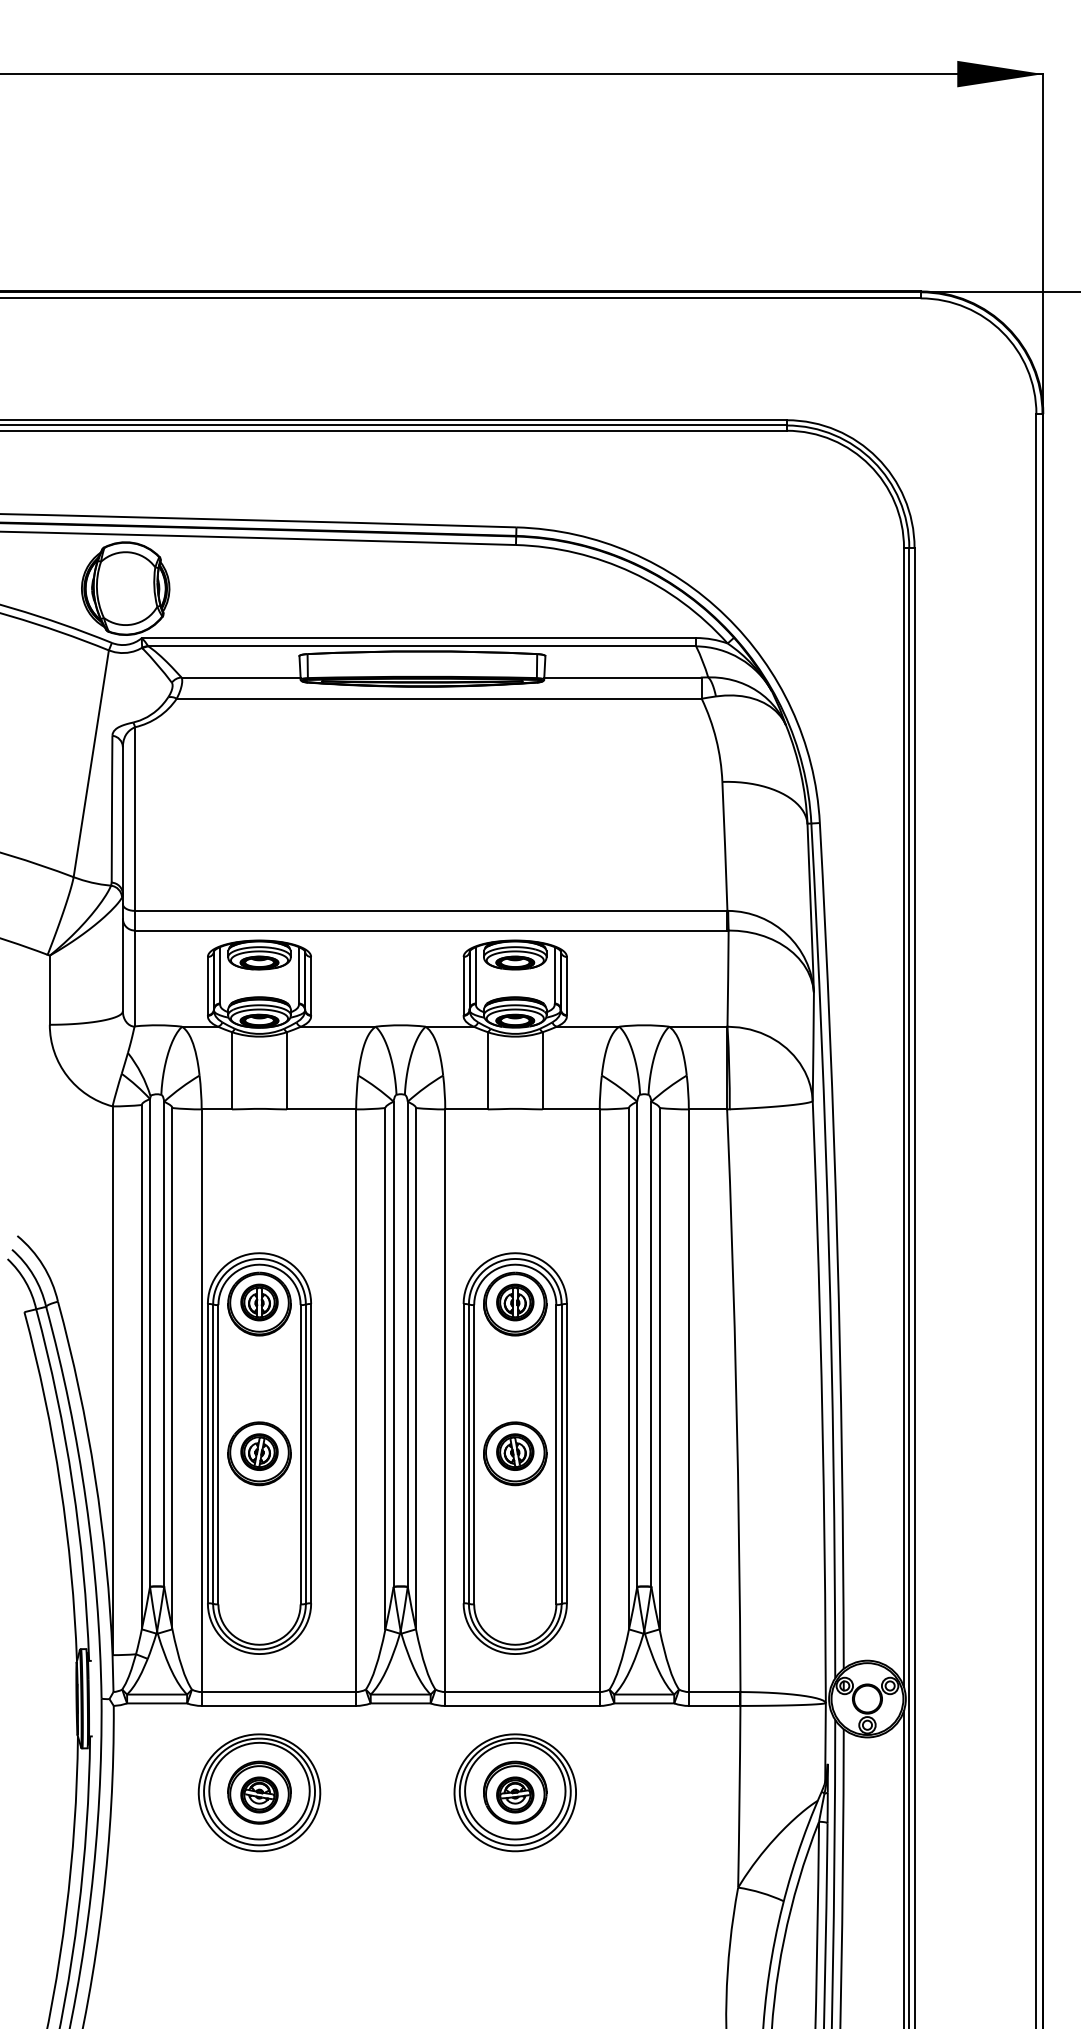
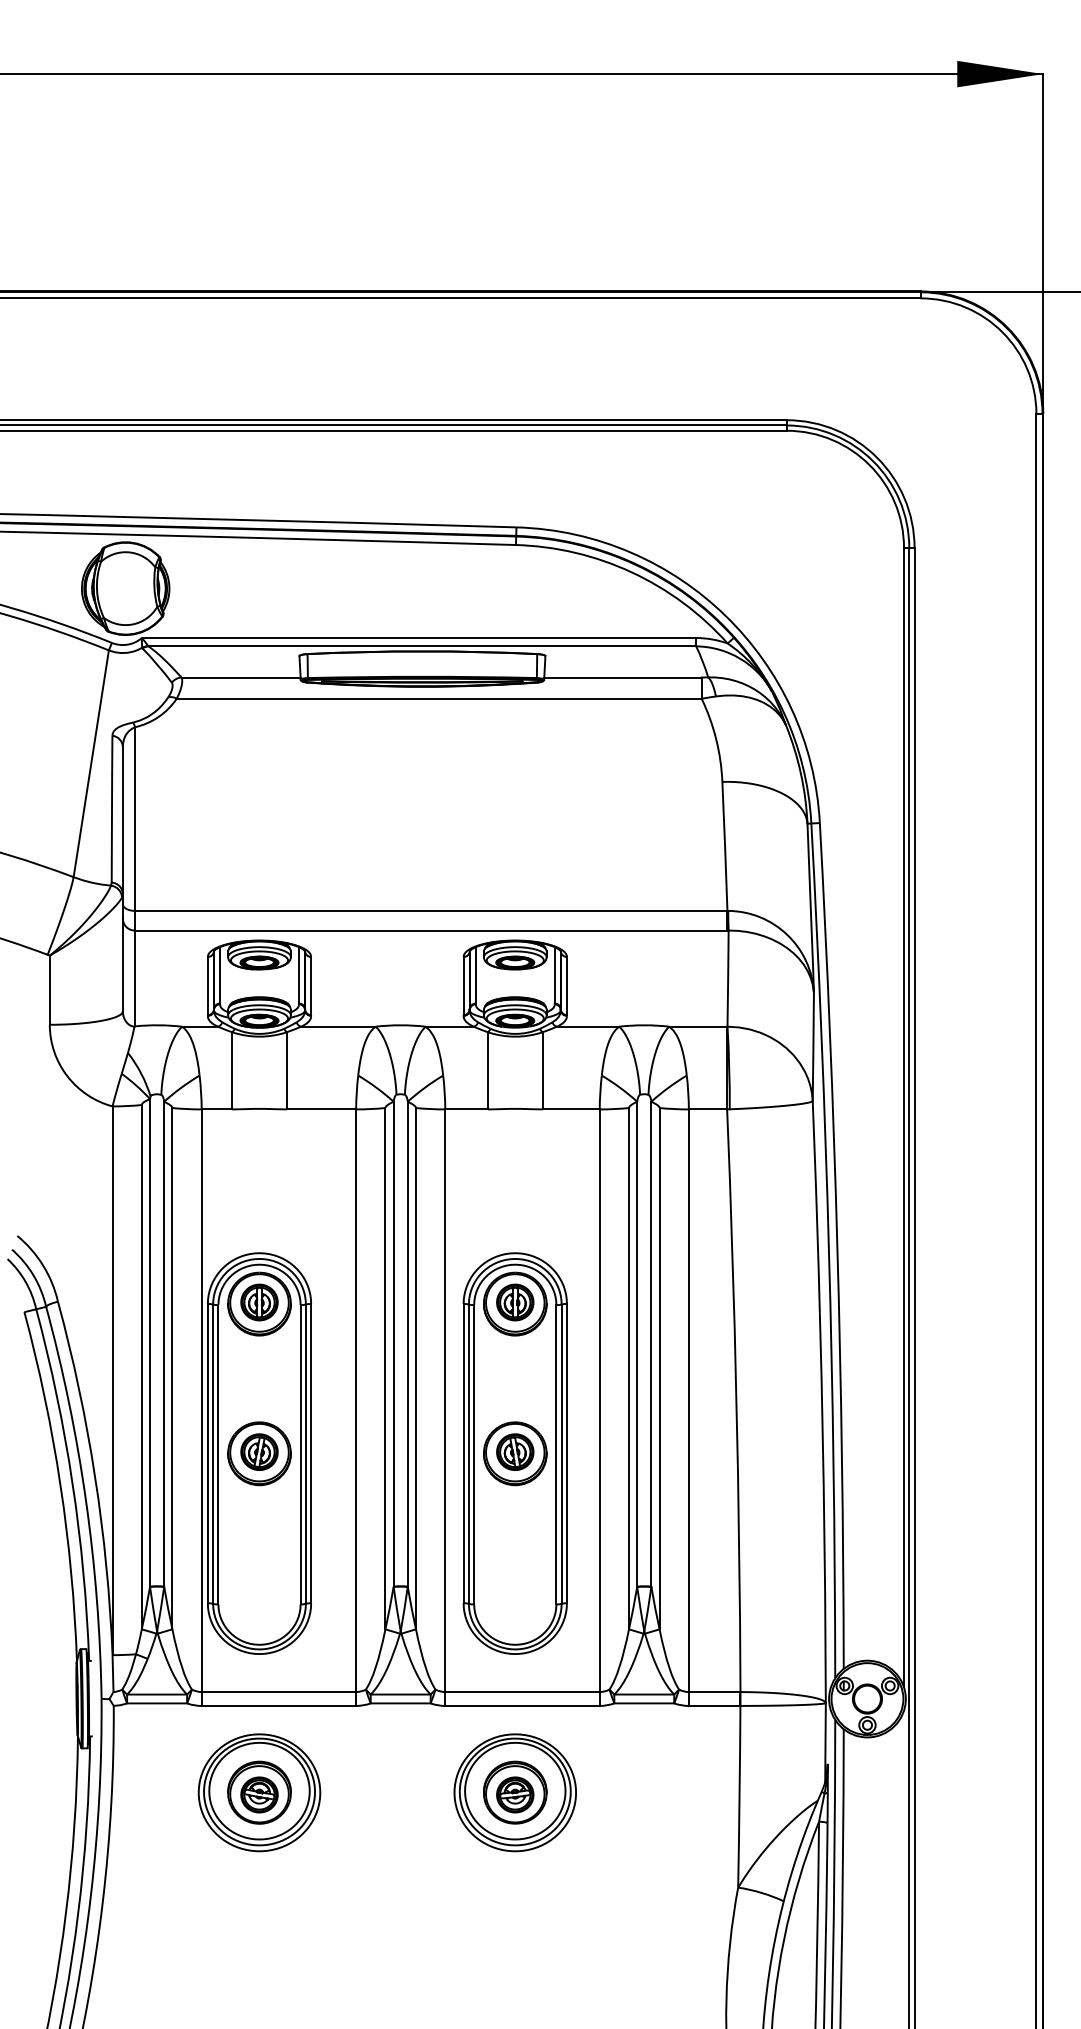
line at (904, 1867): present -> none
